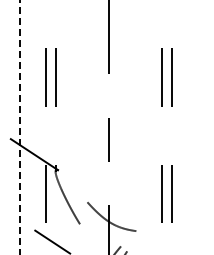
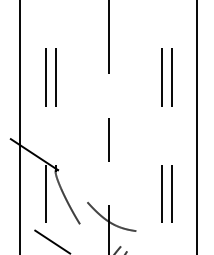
line at (196, 126): none -> present
line at (20, 127): dashed -> solid
